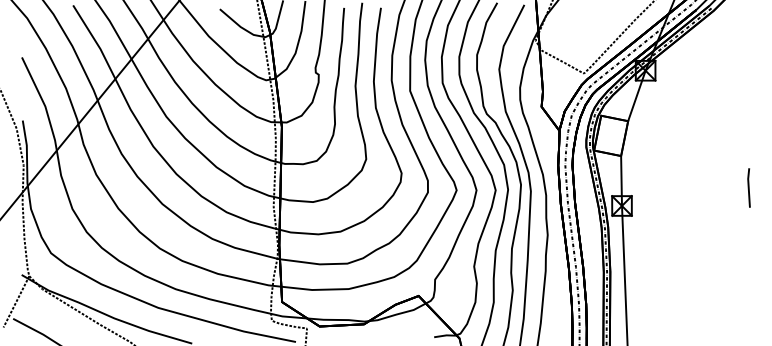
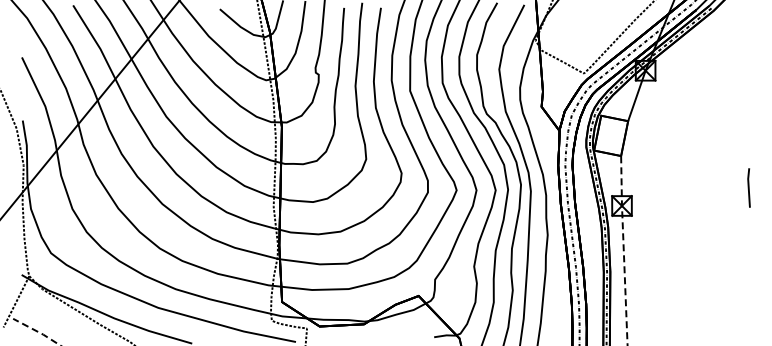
line at (623, 249): solid -> dashed
line at (37, 331): solid -> dashed
